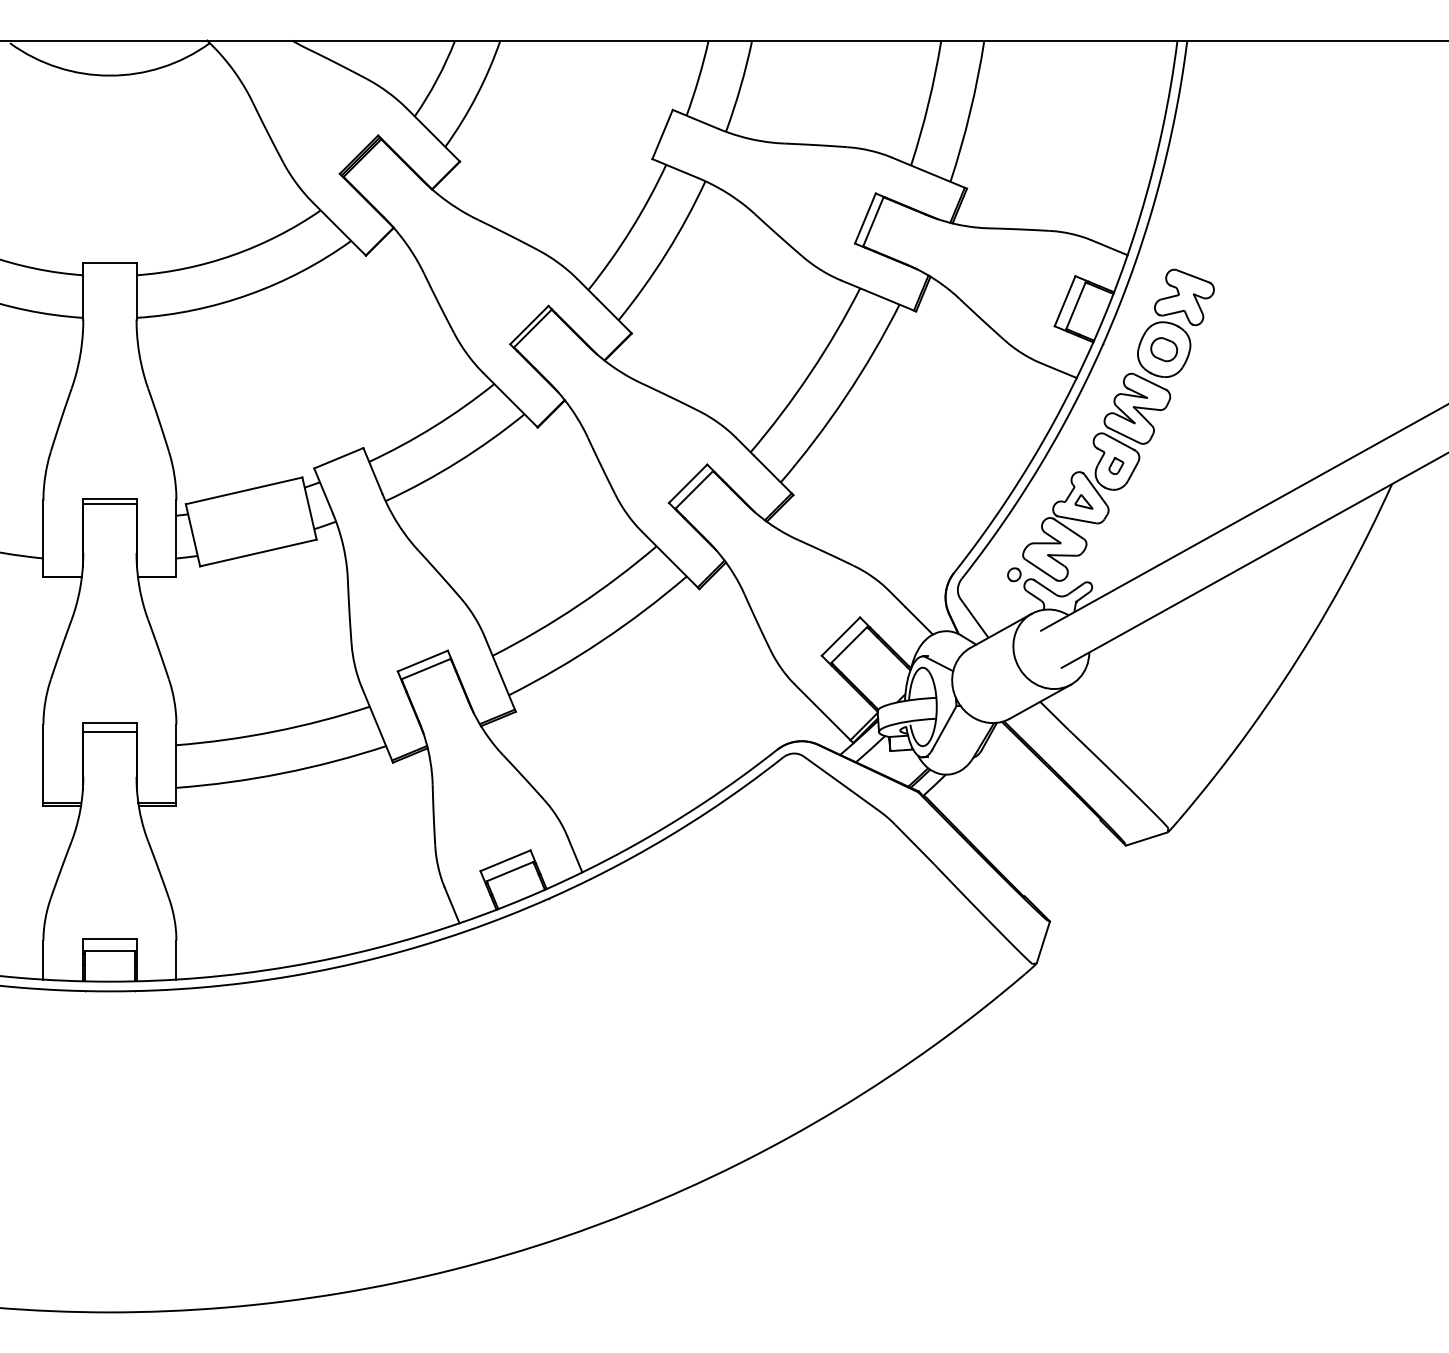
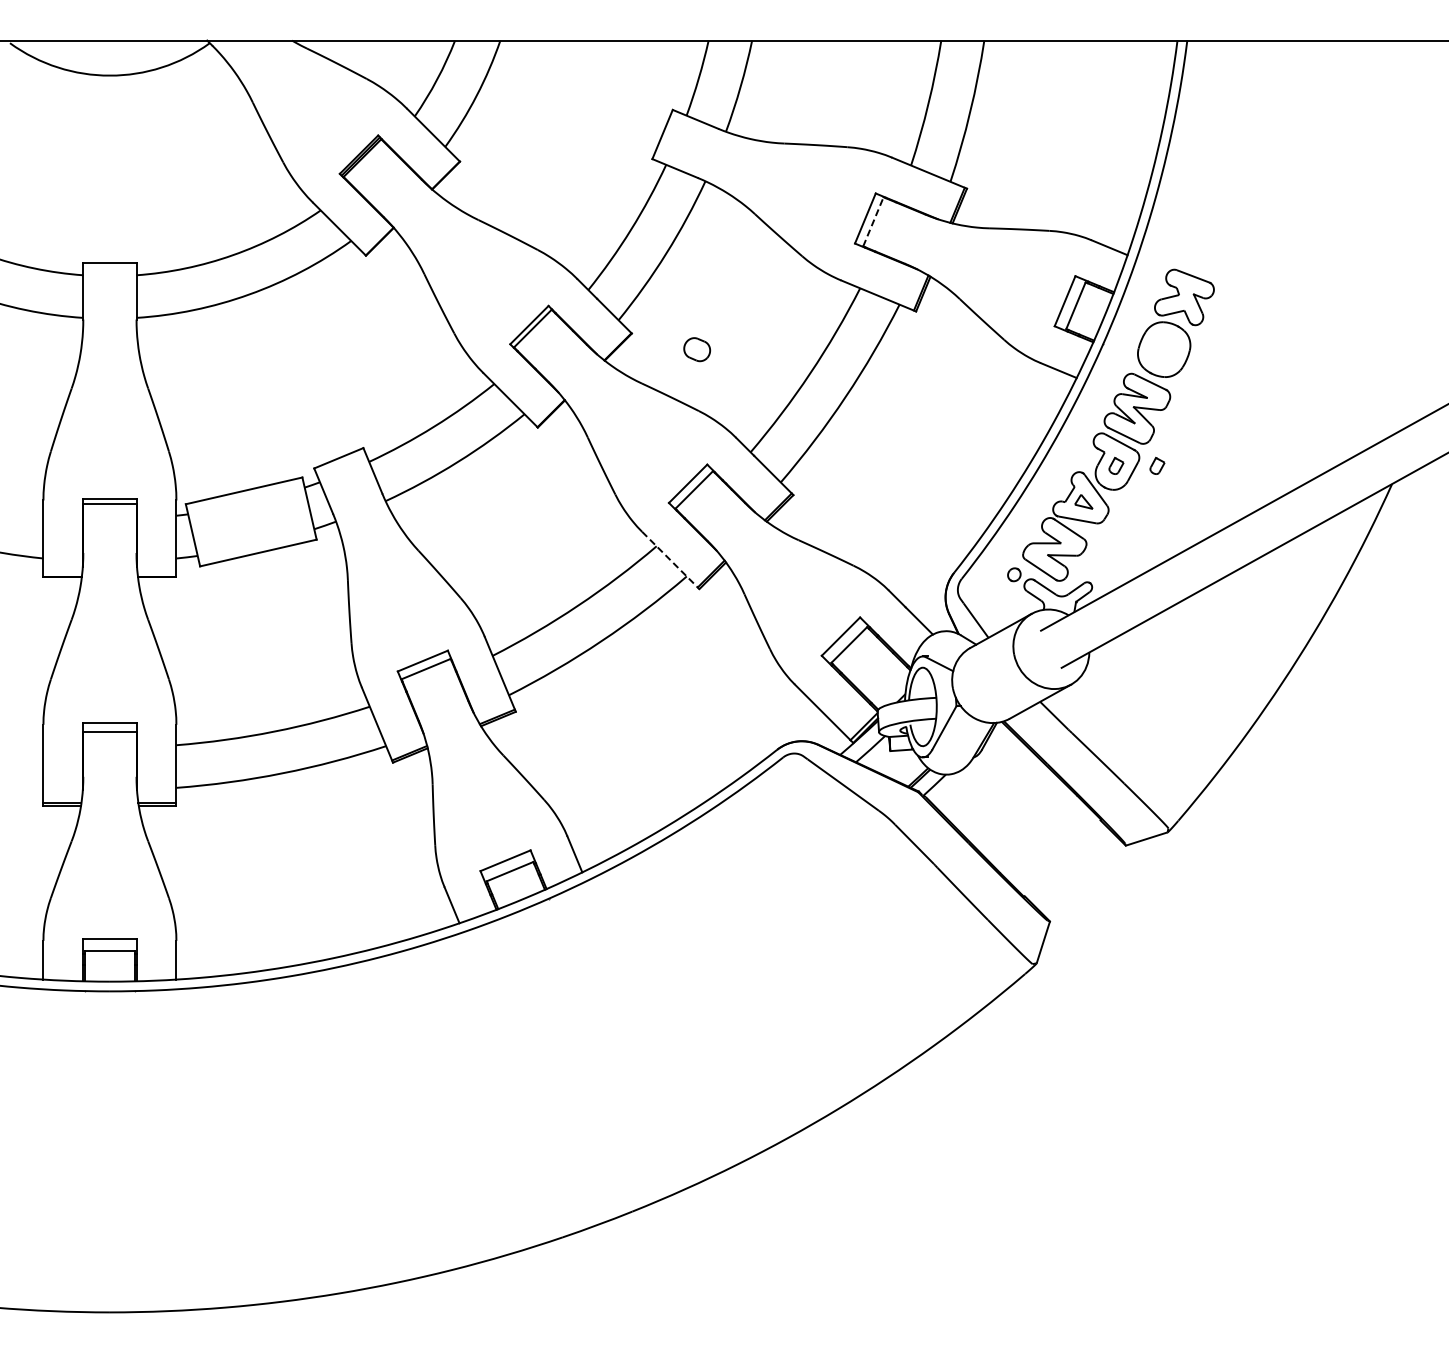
line at (873, 221): solid -> dashed
part at (1164, 349) position: (1164, 349) -> (697, 349)
part at (1157, 465): none -> present
line at (671, 560): solid -> dashed
